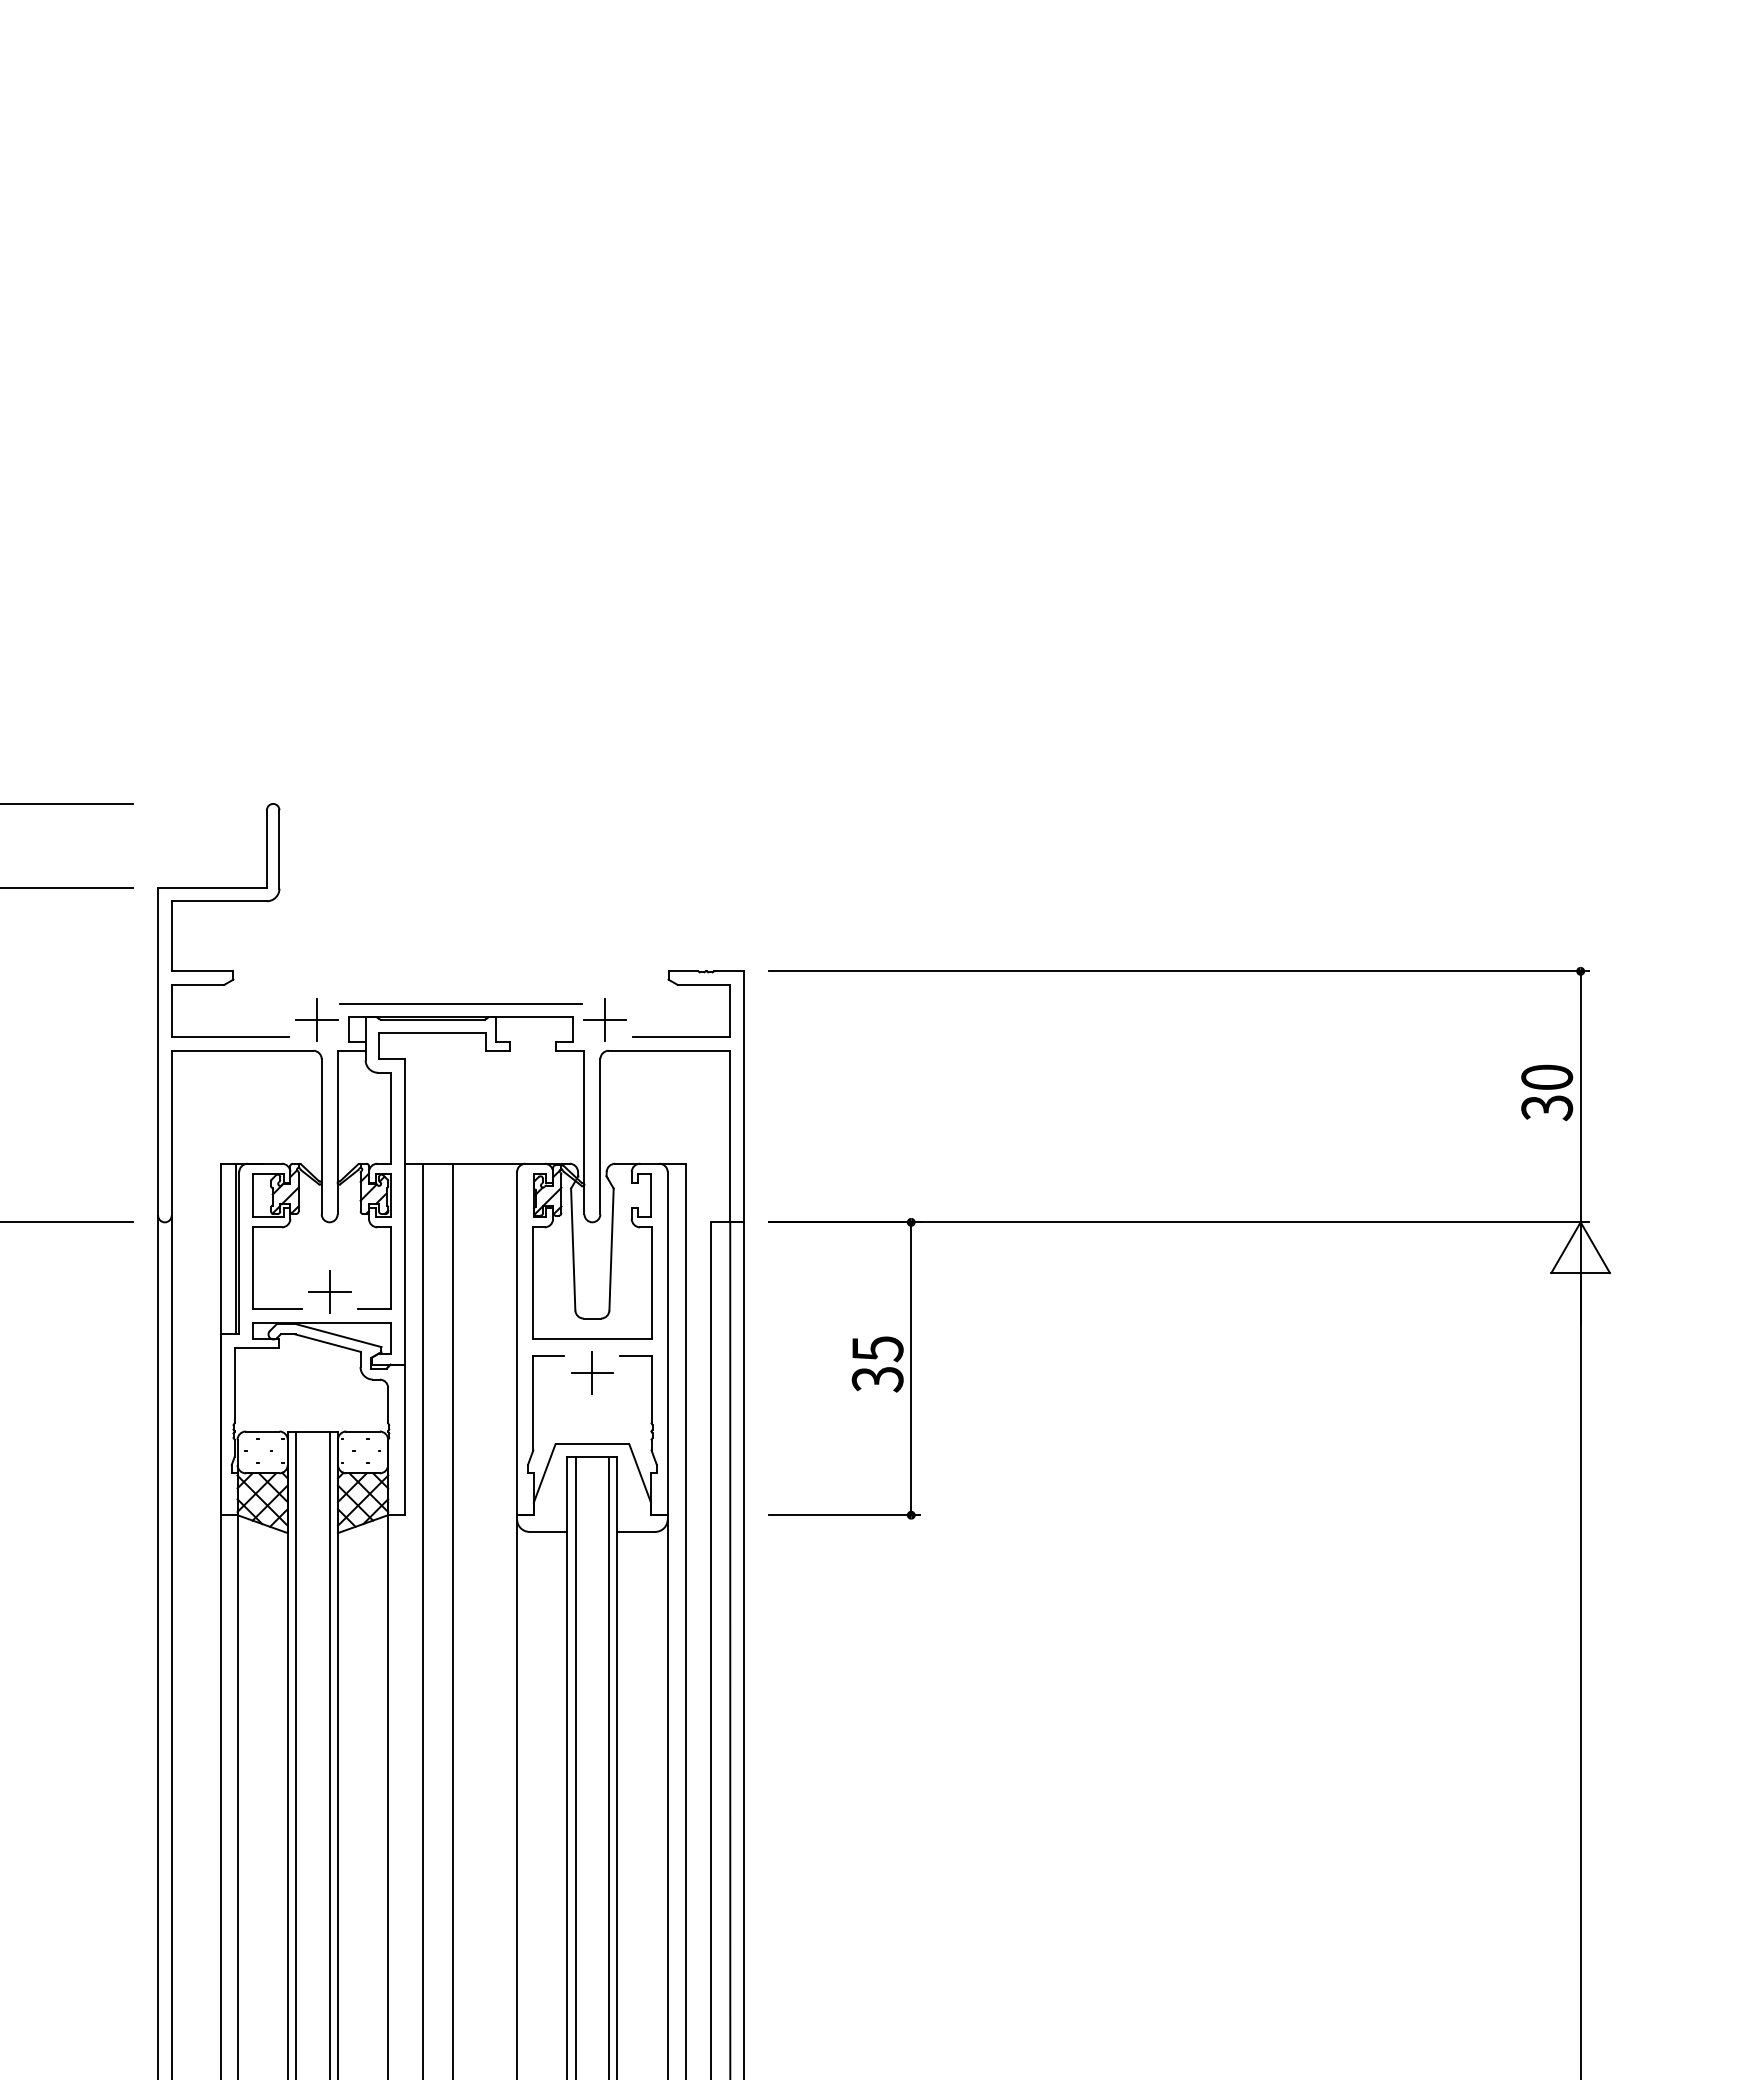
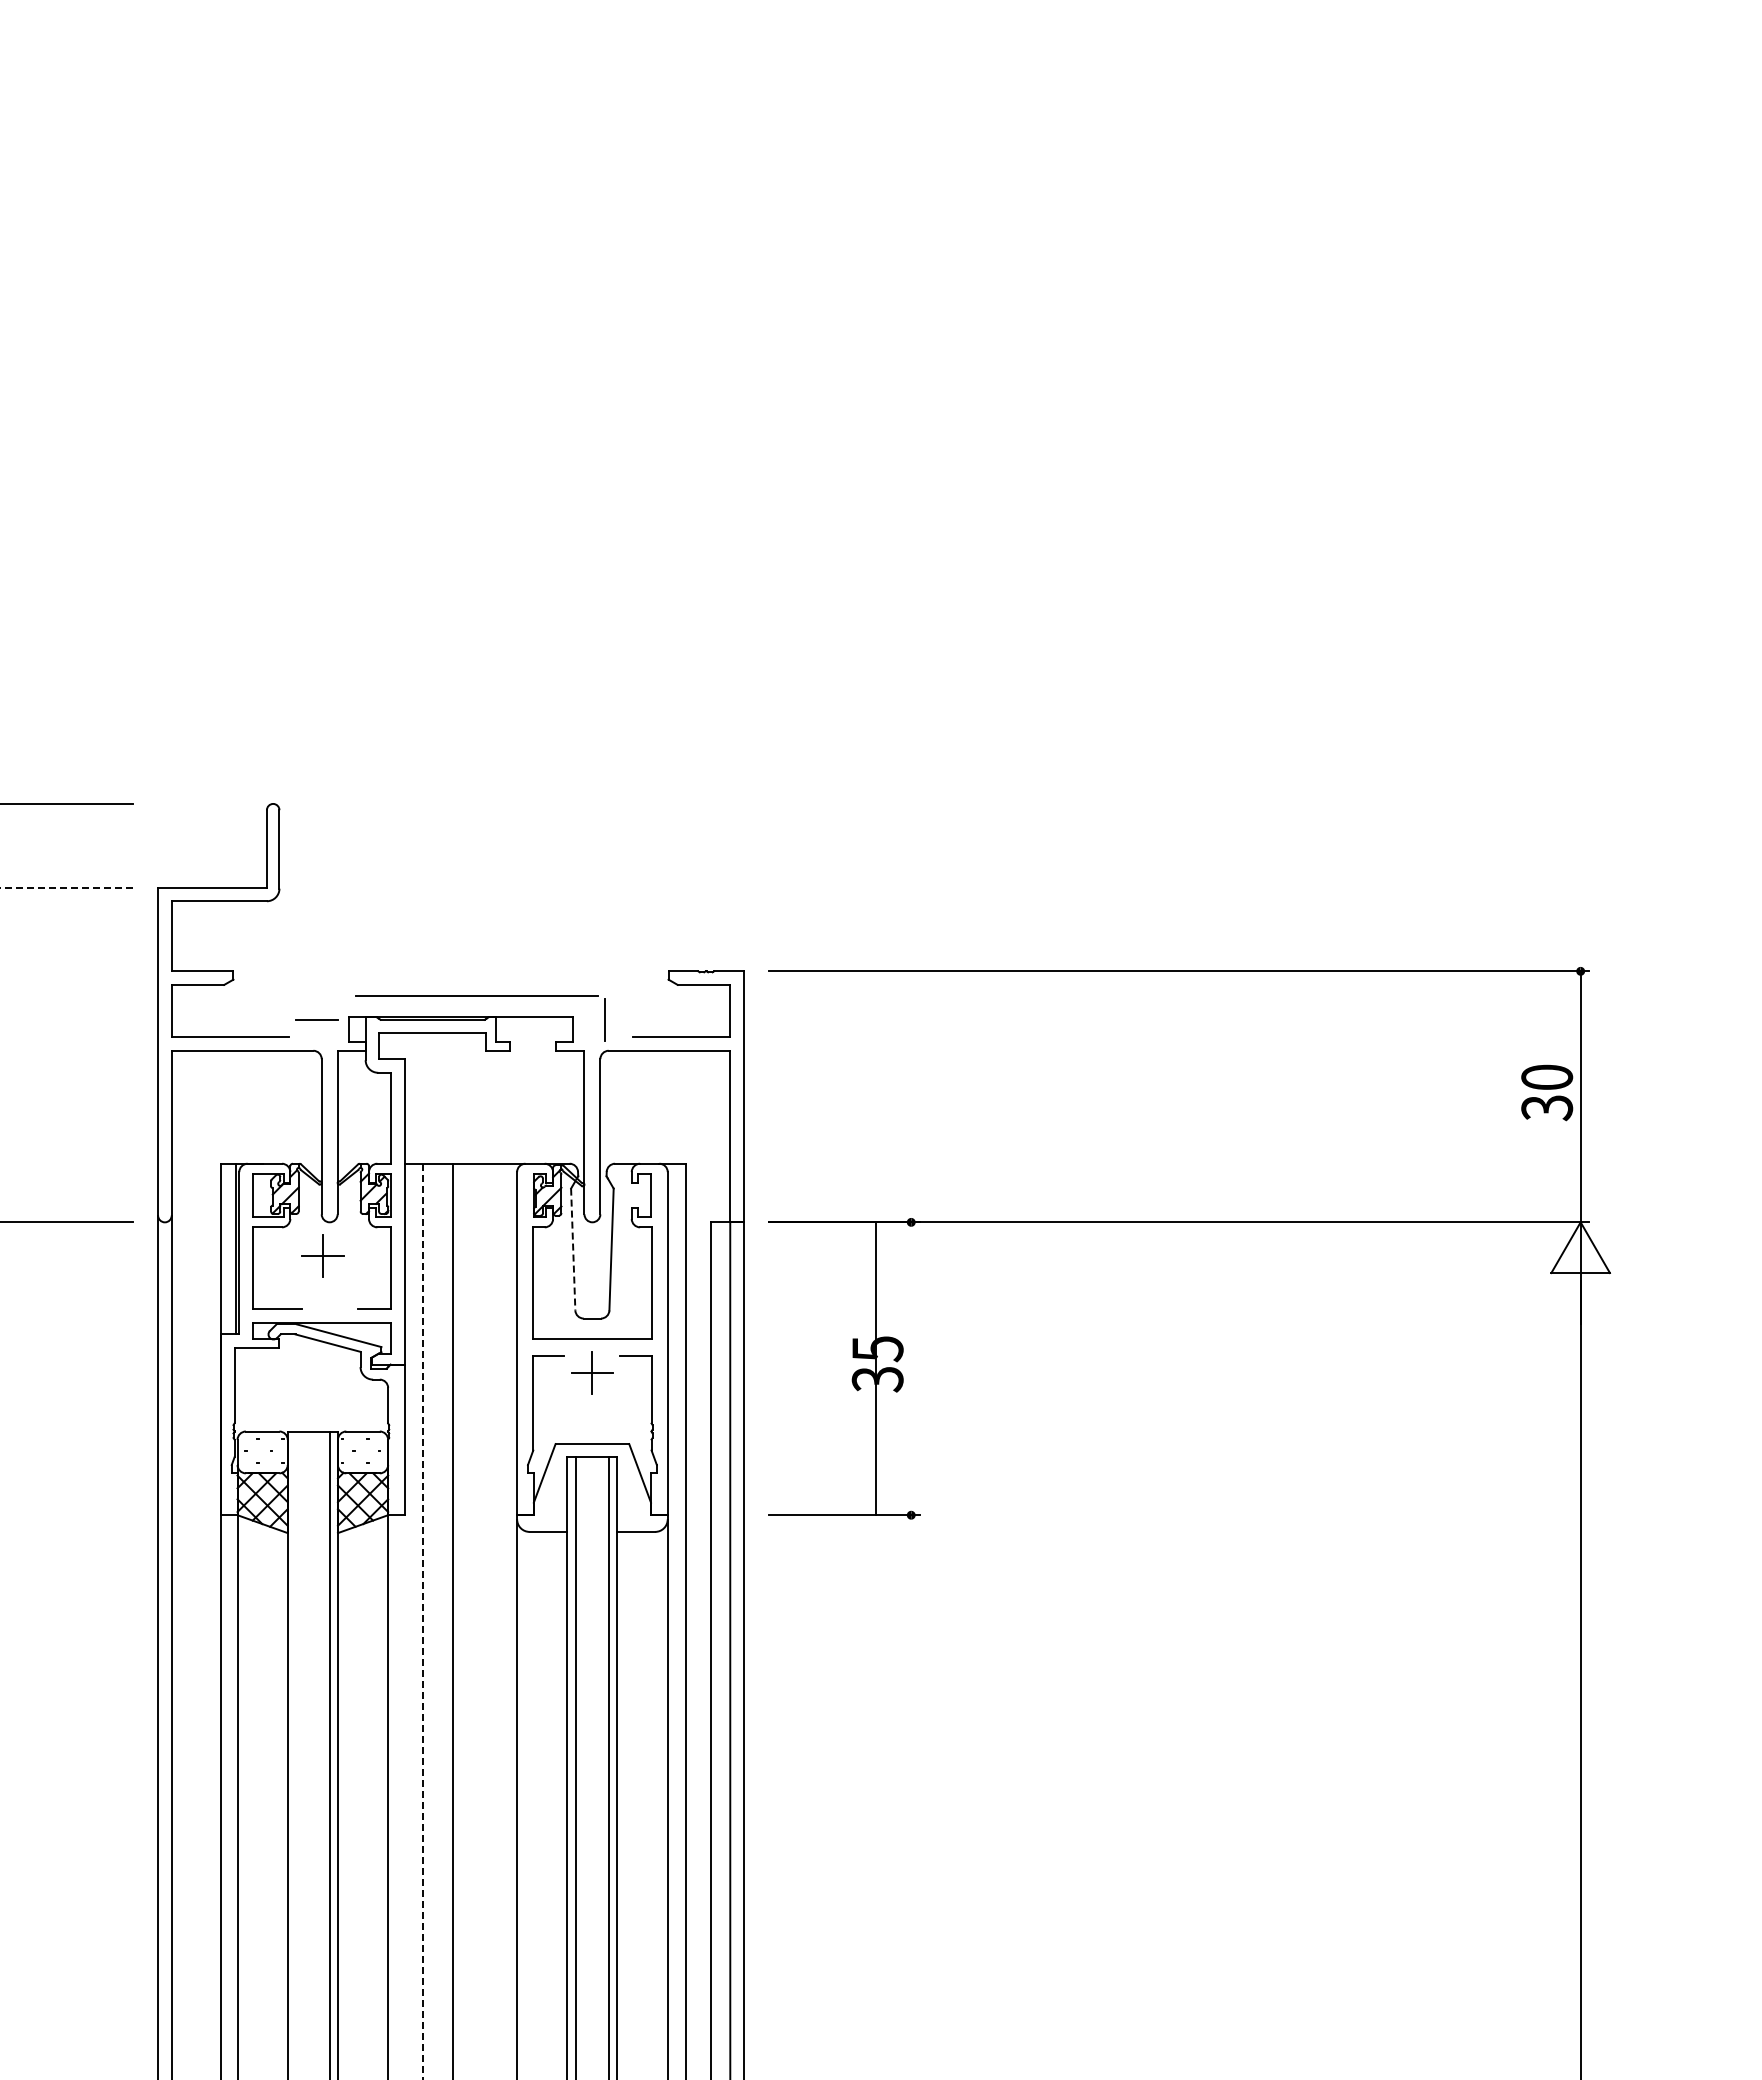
line at (66, 887): solid -> dashed
line at (460, 1003) position: (460, 1003) -> (476, 995)
line at (317, 1019): present -> none
line at (604, 1019): present -> none
line at (573, 1249): solid -> dashed
part at (329, 1291) position: (329, 1291) -> (322, 1255)
line at (911, 1368) position: (911, 1368) -> (876, 1368)
line at (423, 1621): solid -> dashed
line at (296, 1753): present -> none
